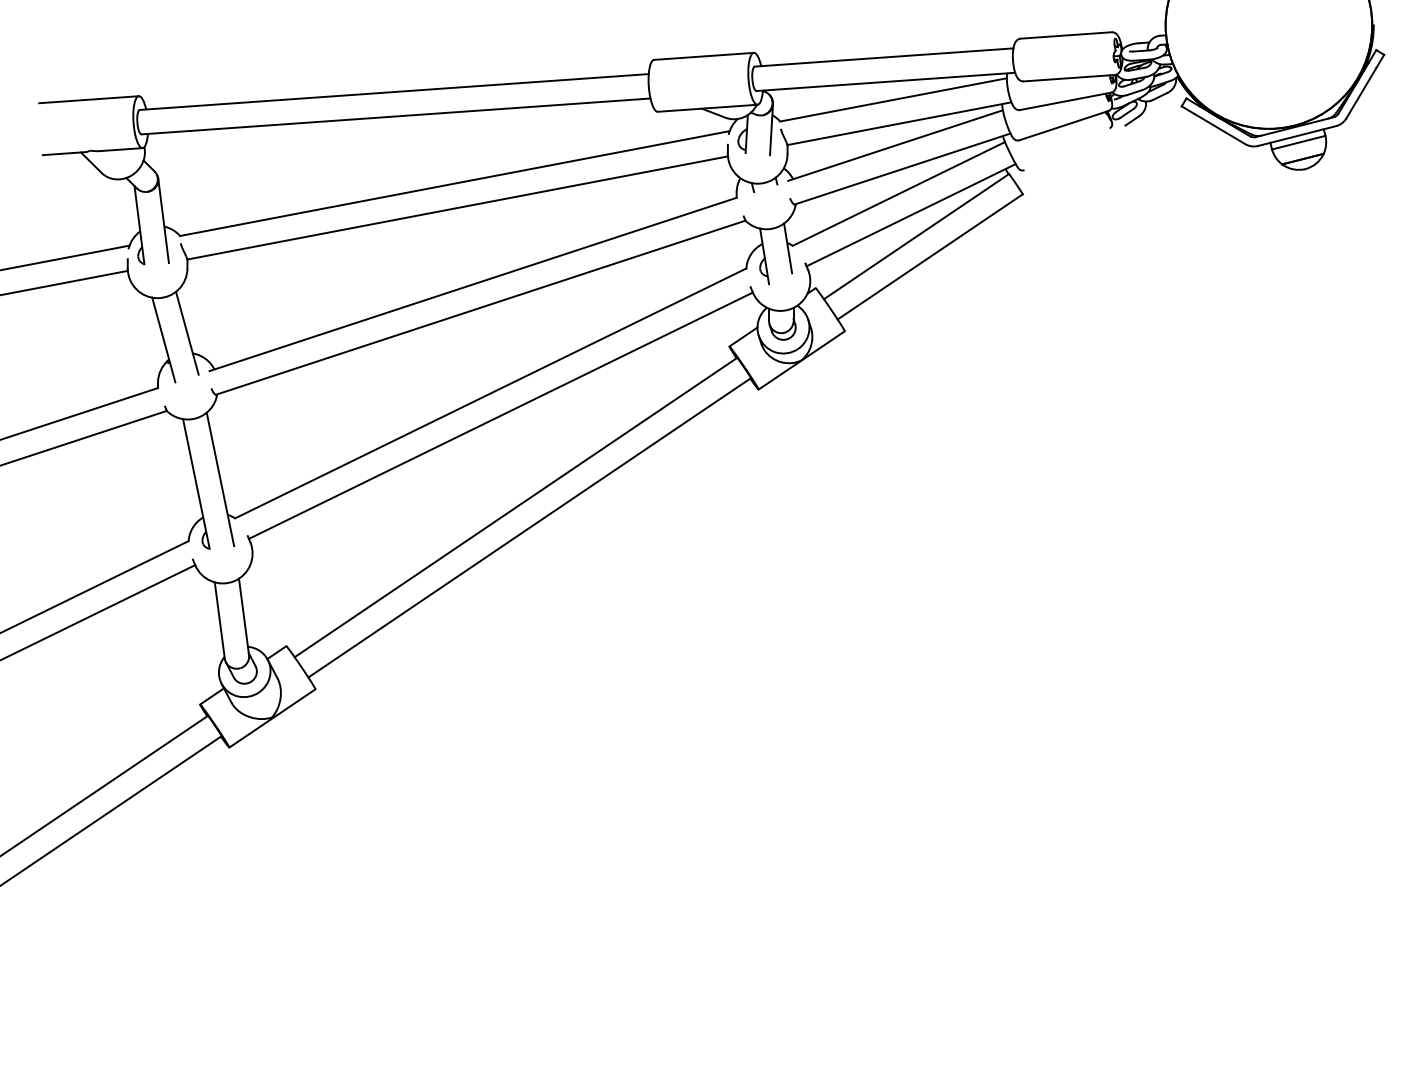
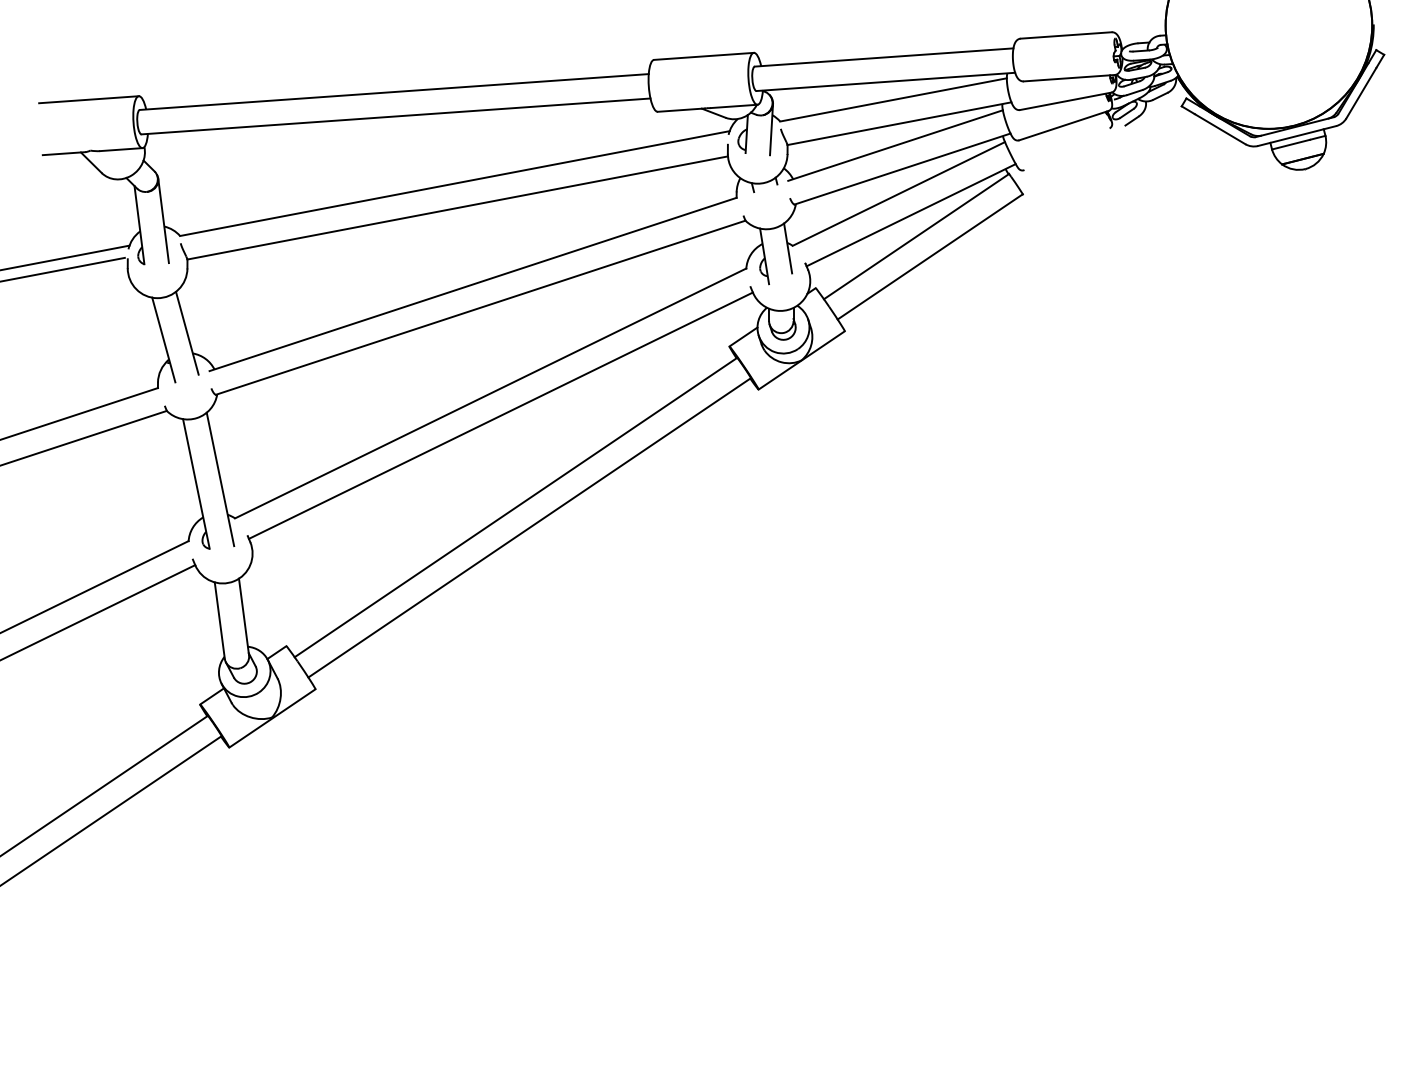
line at (64, 282) position: (64, 282) -> (63, 269)
